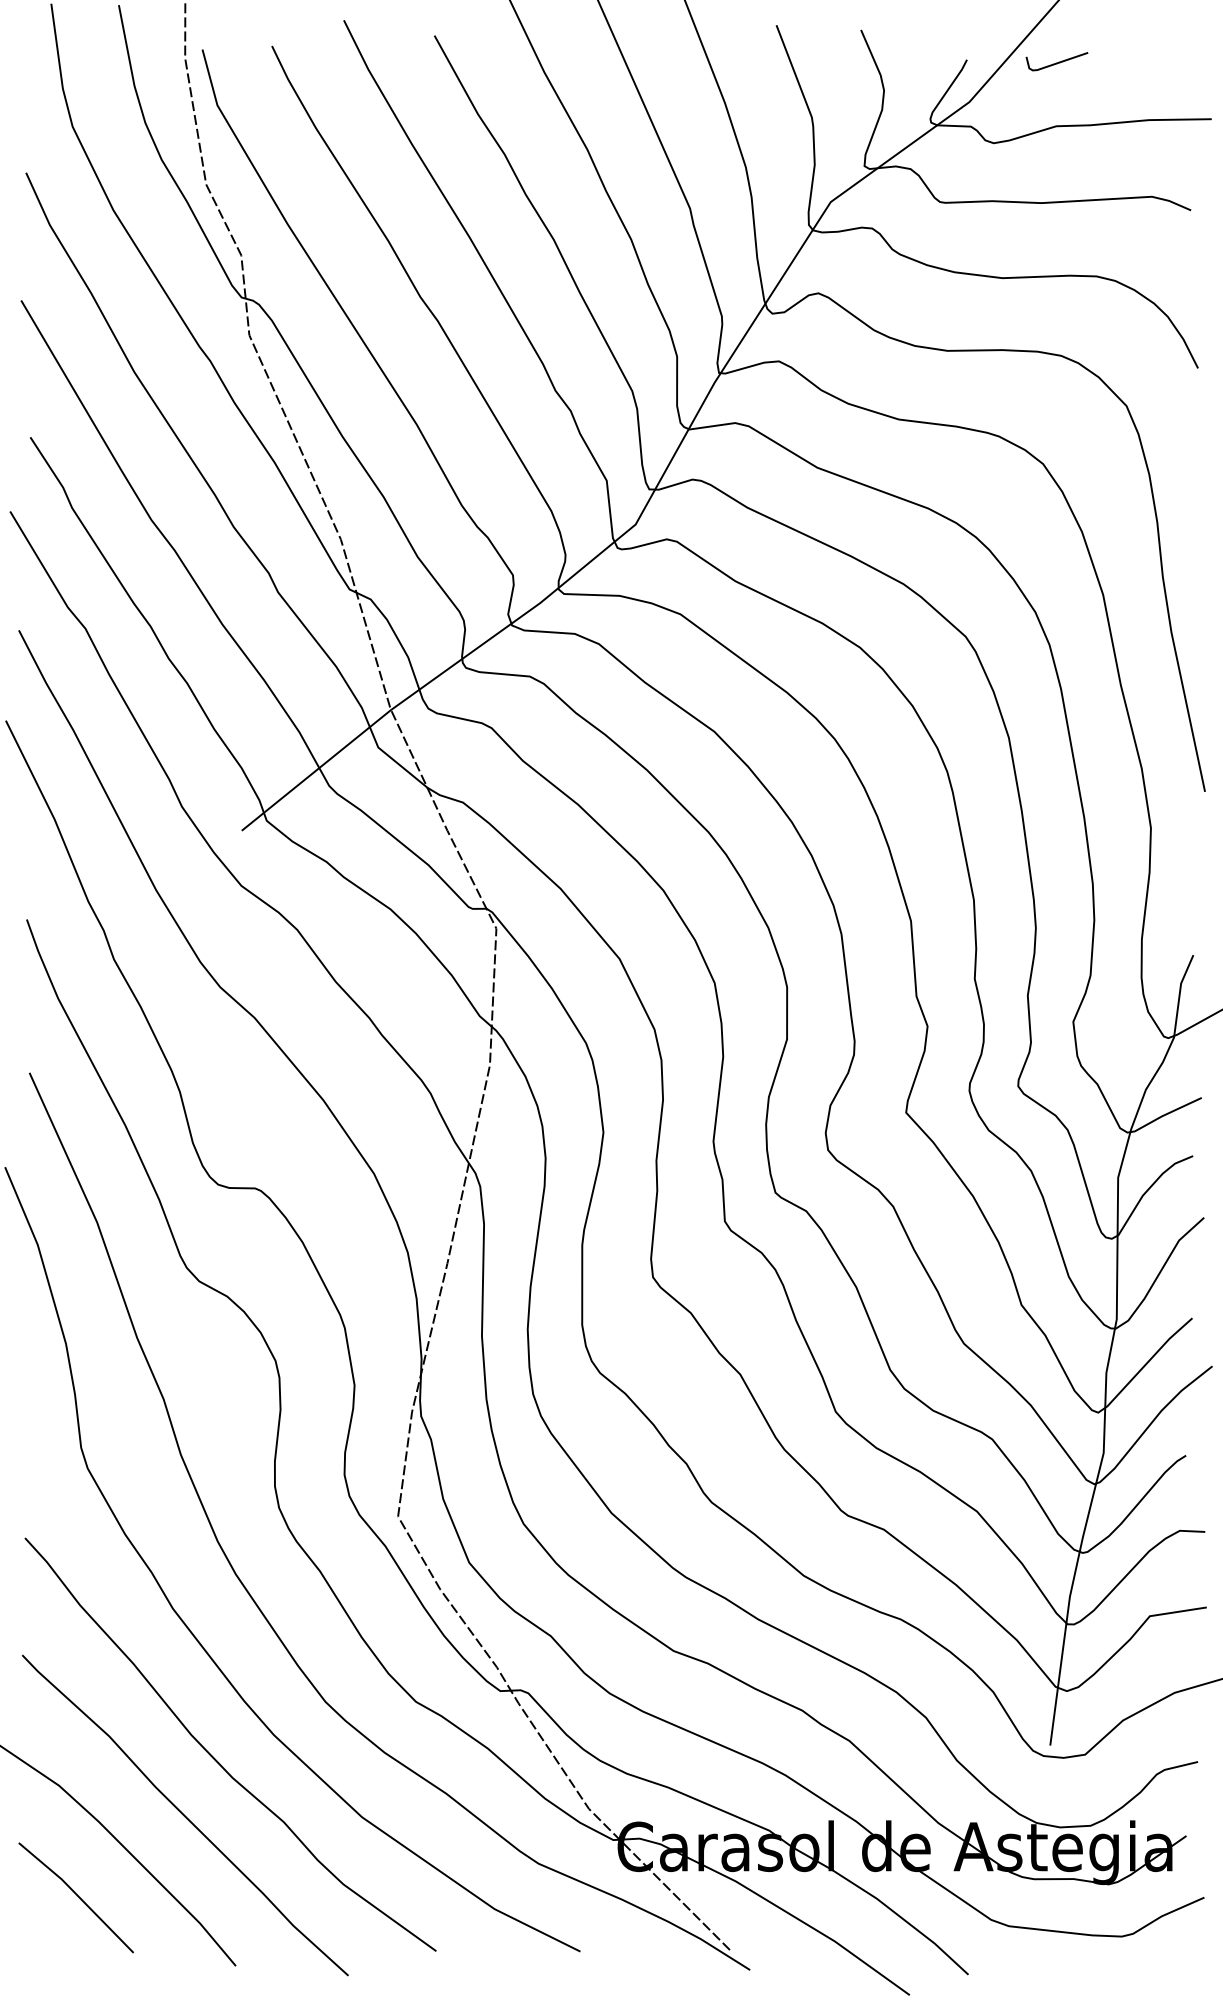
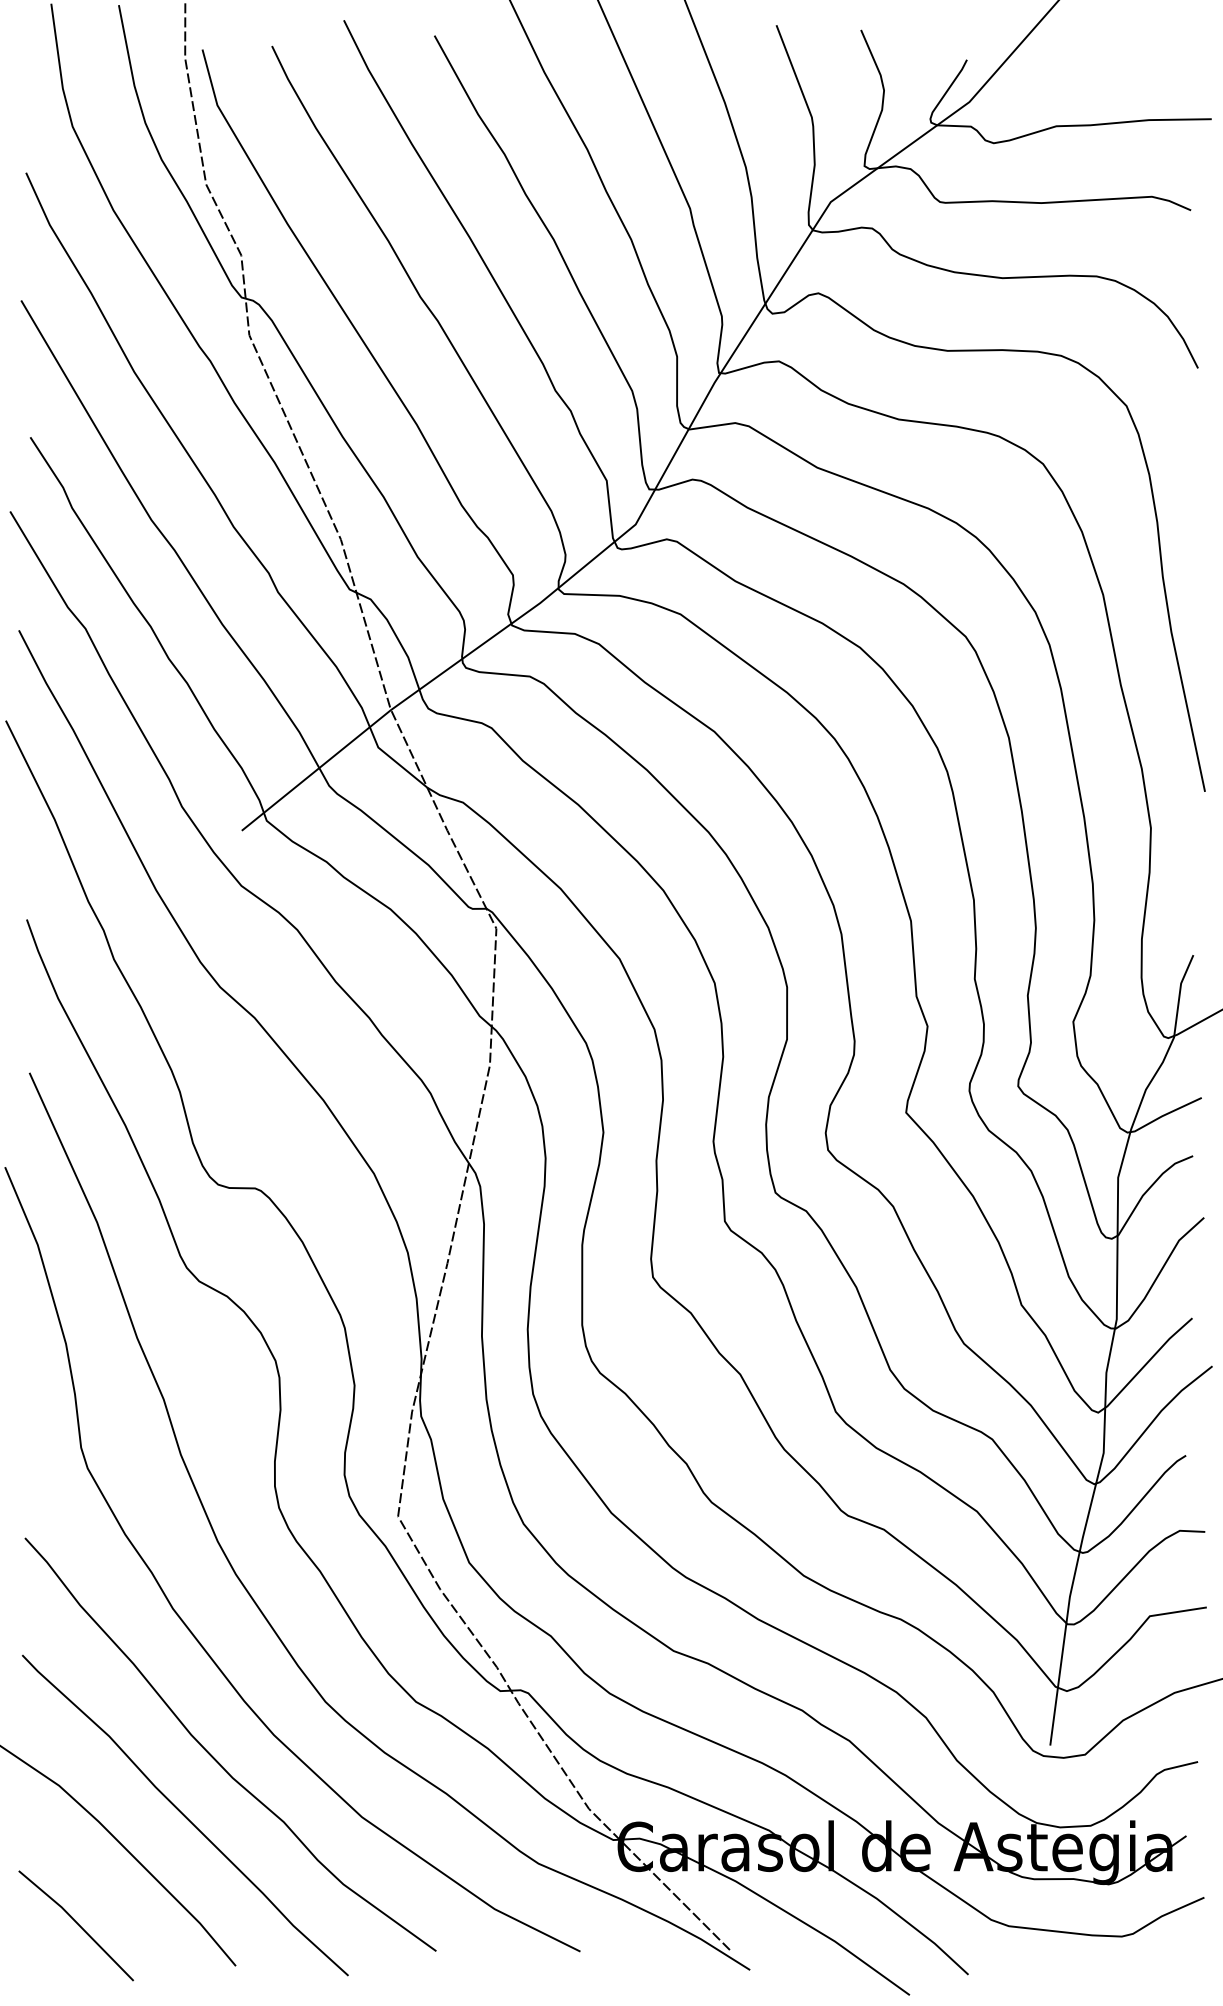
line at (1056, 62): present -> none
line at (76, 1895) position: (76, 1895) -> (76, 1923)
